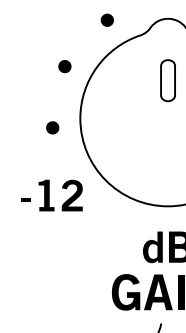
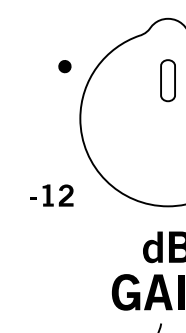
fill at (107, 19): present -> none
part at (52, 127): present -> none
part at (51, 195) size: 62x33 px -> 44x23 px
